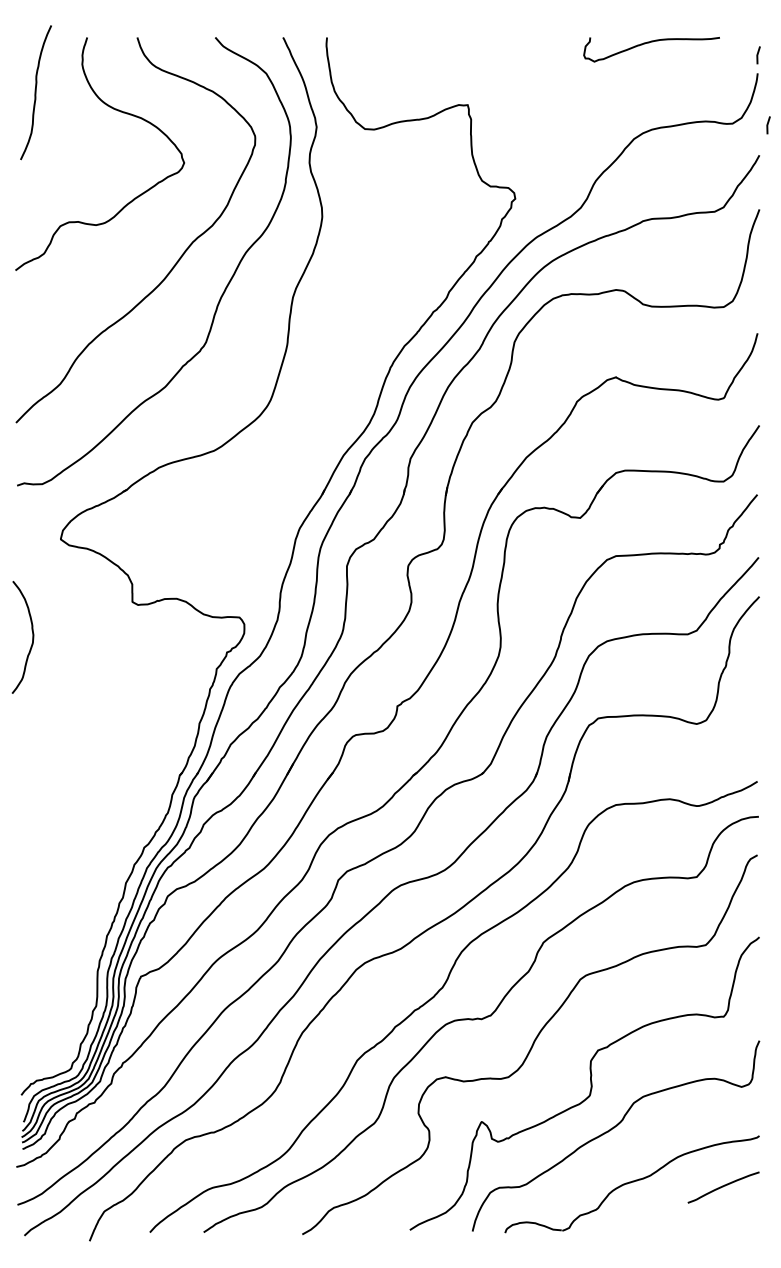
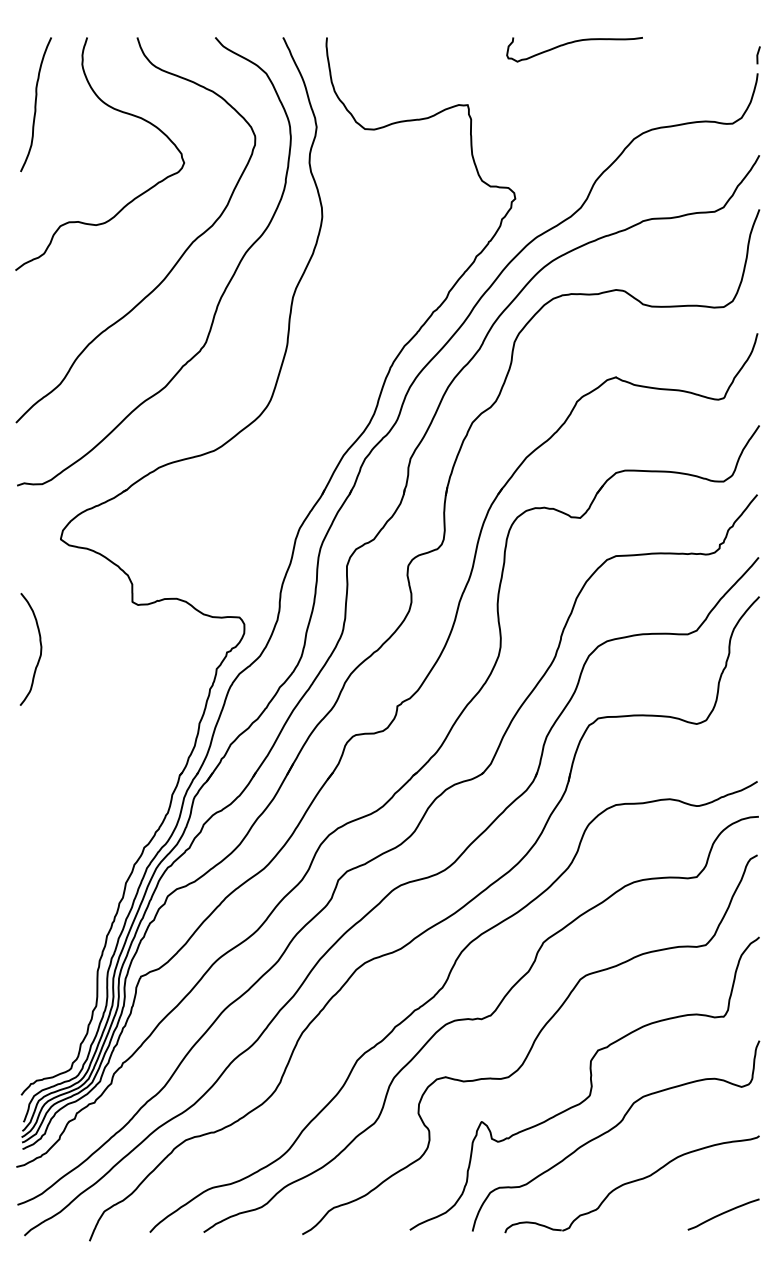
curve at (649, 43) position: (649, 43) -> (572, 43)
curve at (35, 92) position: (35, 92) -> (35, 104)
line at (768, 125): present -> none
curve at (32, 637) position: (32, 637) -> (40, 649)
curve at (723, 1187) position: (723, 1187) -> (723, 1214)
